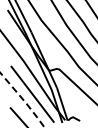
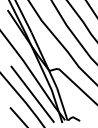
line at (23, 100): dashed -> solid
